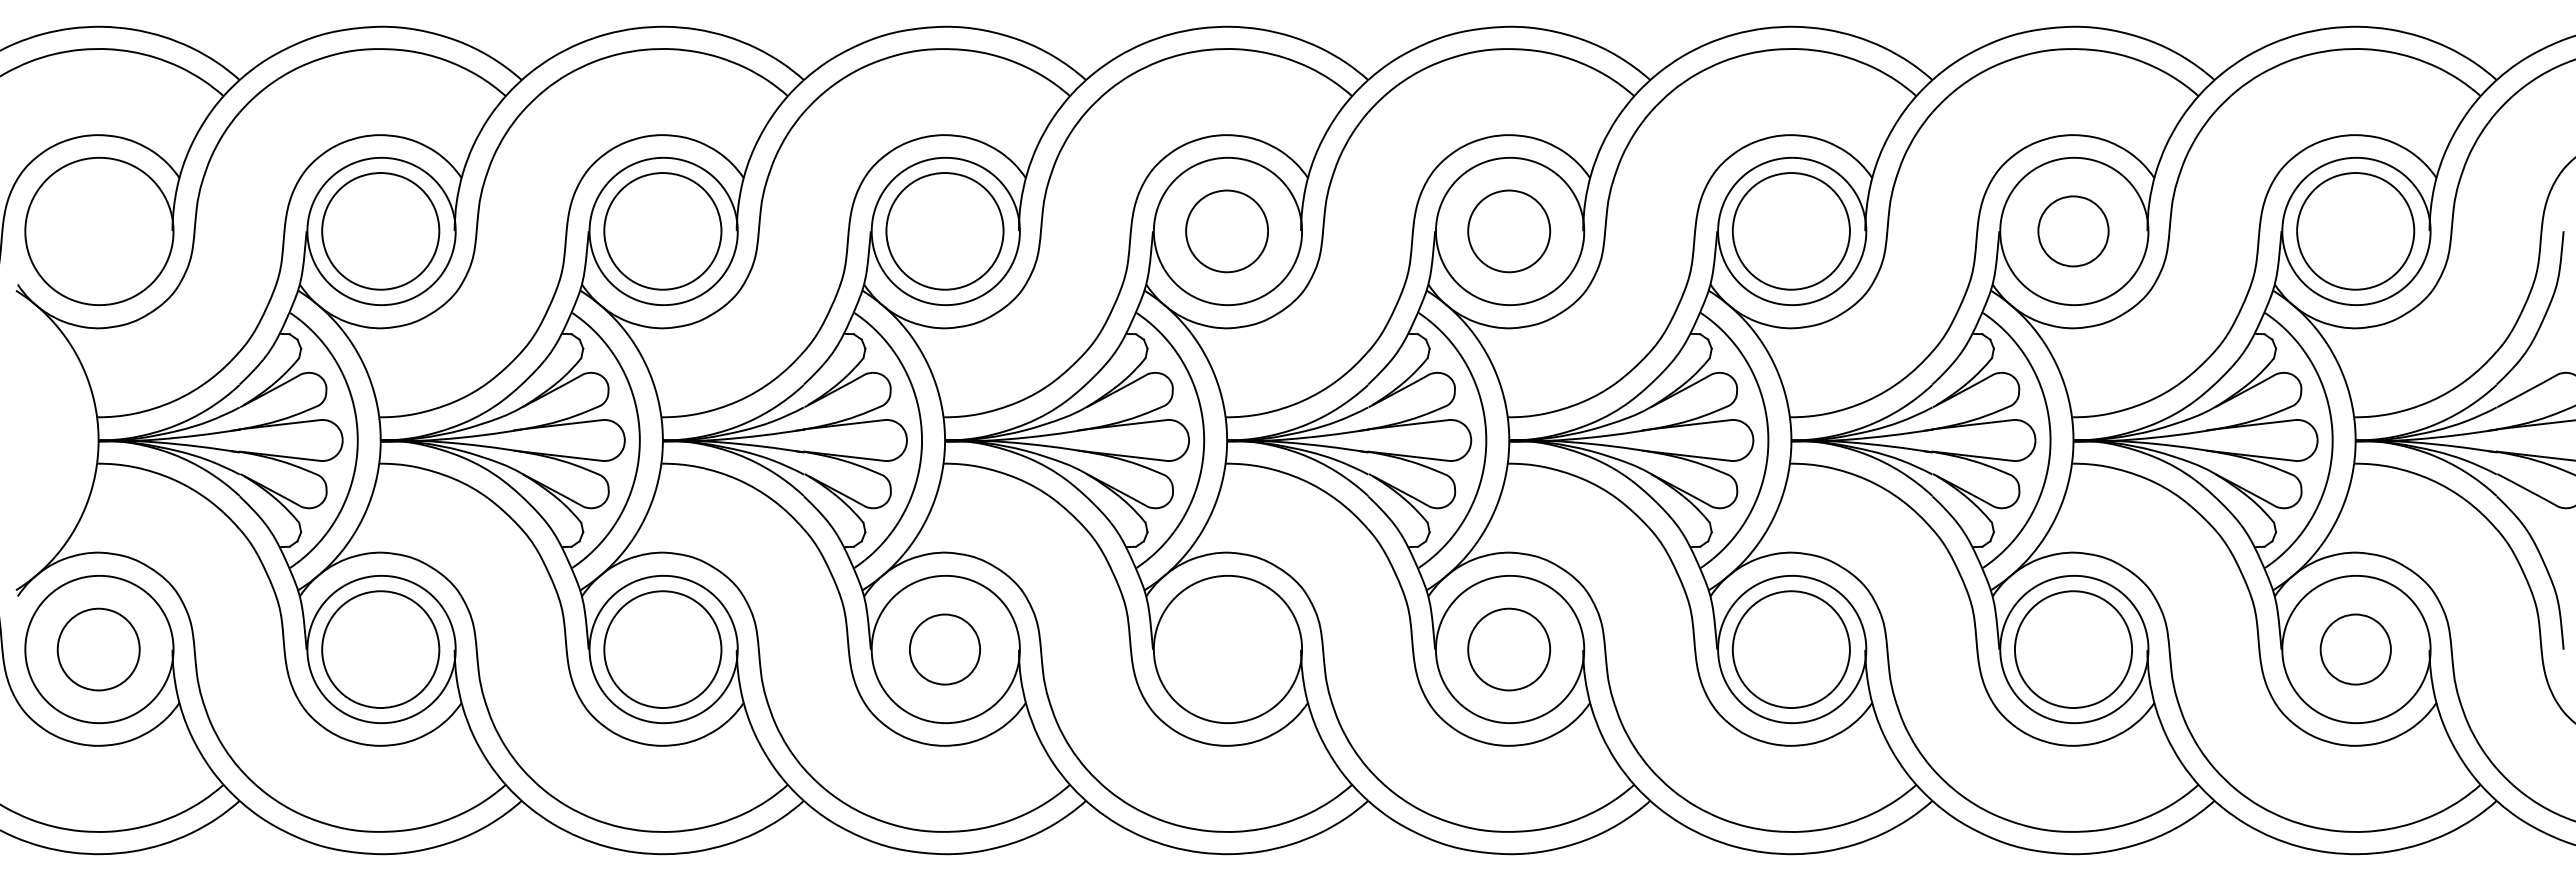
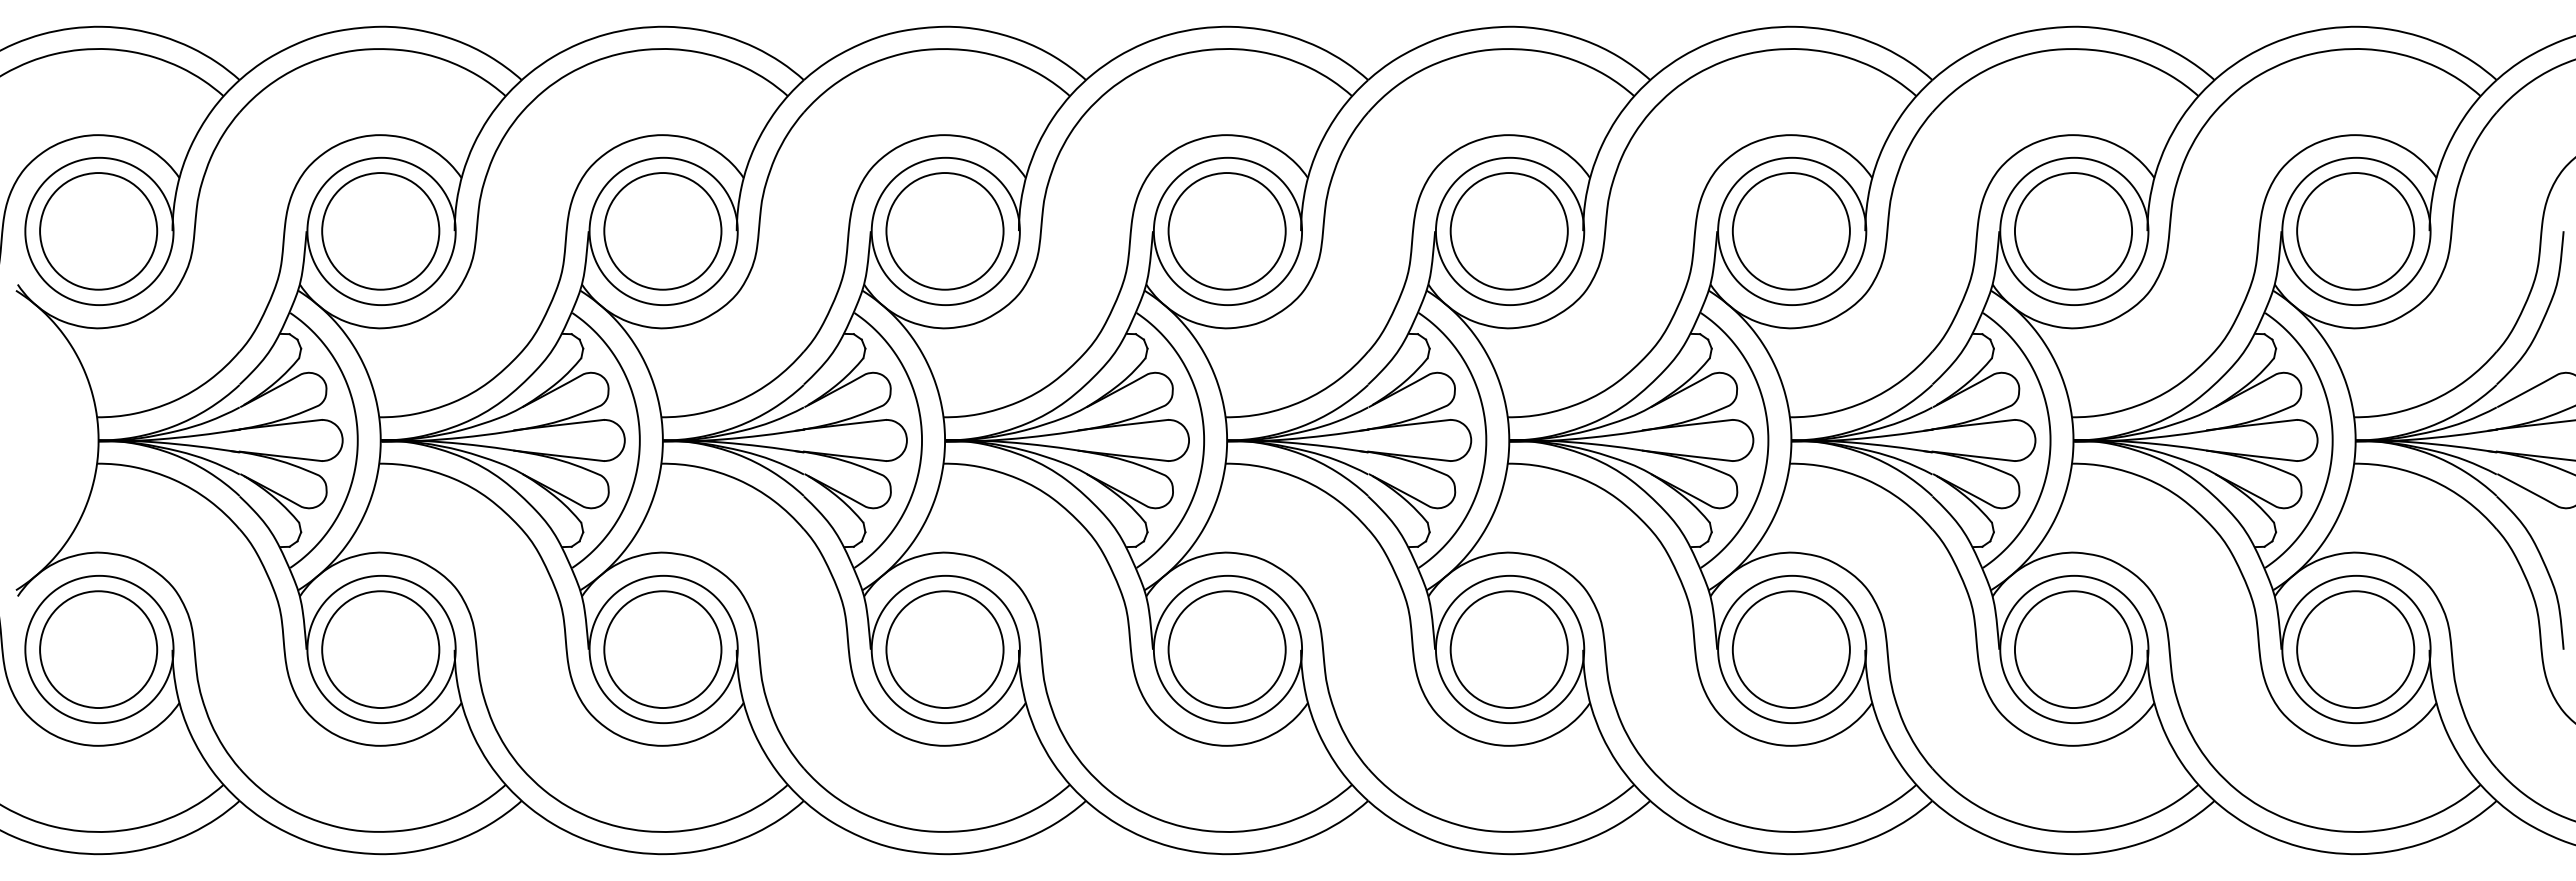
part at (98, 231): none -> present
part at (1226, 231) size: 84x85 px -> 120x119 px
part at (1509, 231) size: 85x85 px -> 120x119 px
part at (2073, 231) size: 73x73 px -> 119x119 px
part at (98, 649) size: 85x85 px -> 120x119 px
part at (944, 649) size: 72x73 px -> 120x119 px
part at (1226, 649): none -> present
part at (1509, 649) size: 85x85 px -> 120x119 px
part at (2355, 649) size: 73x73 px -> 120x119 px
